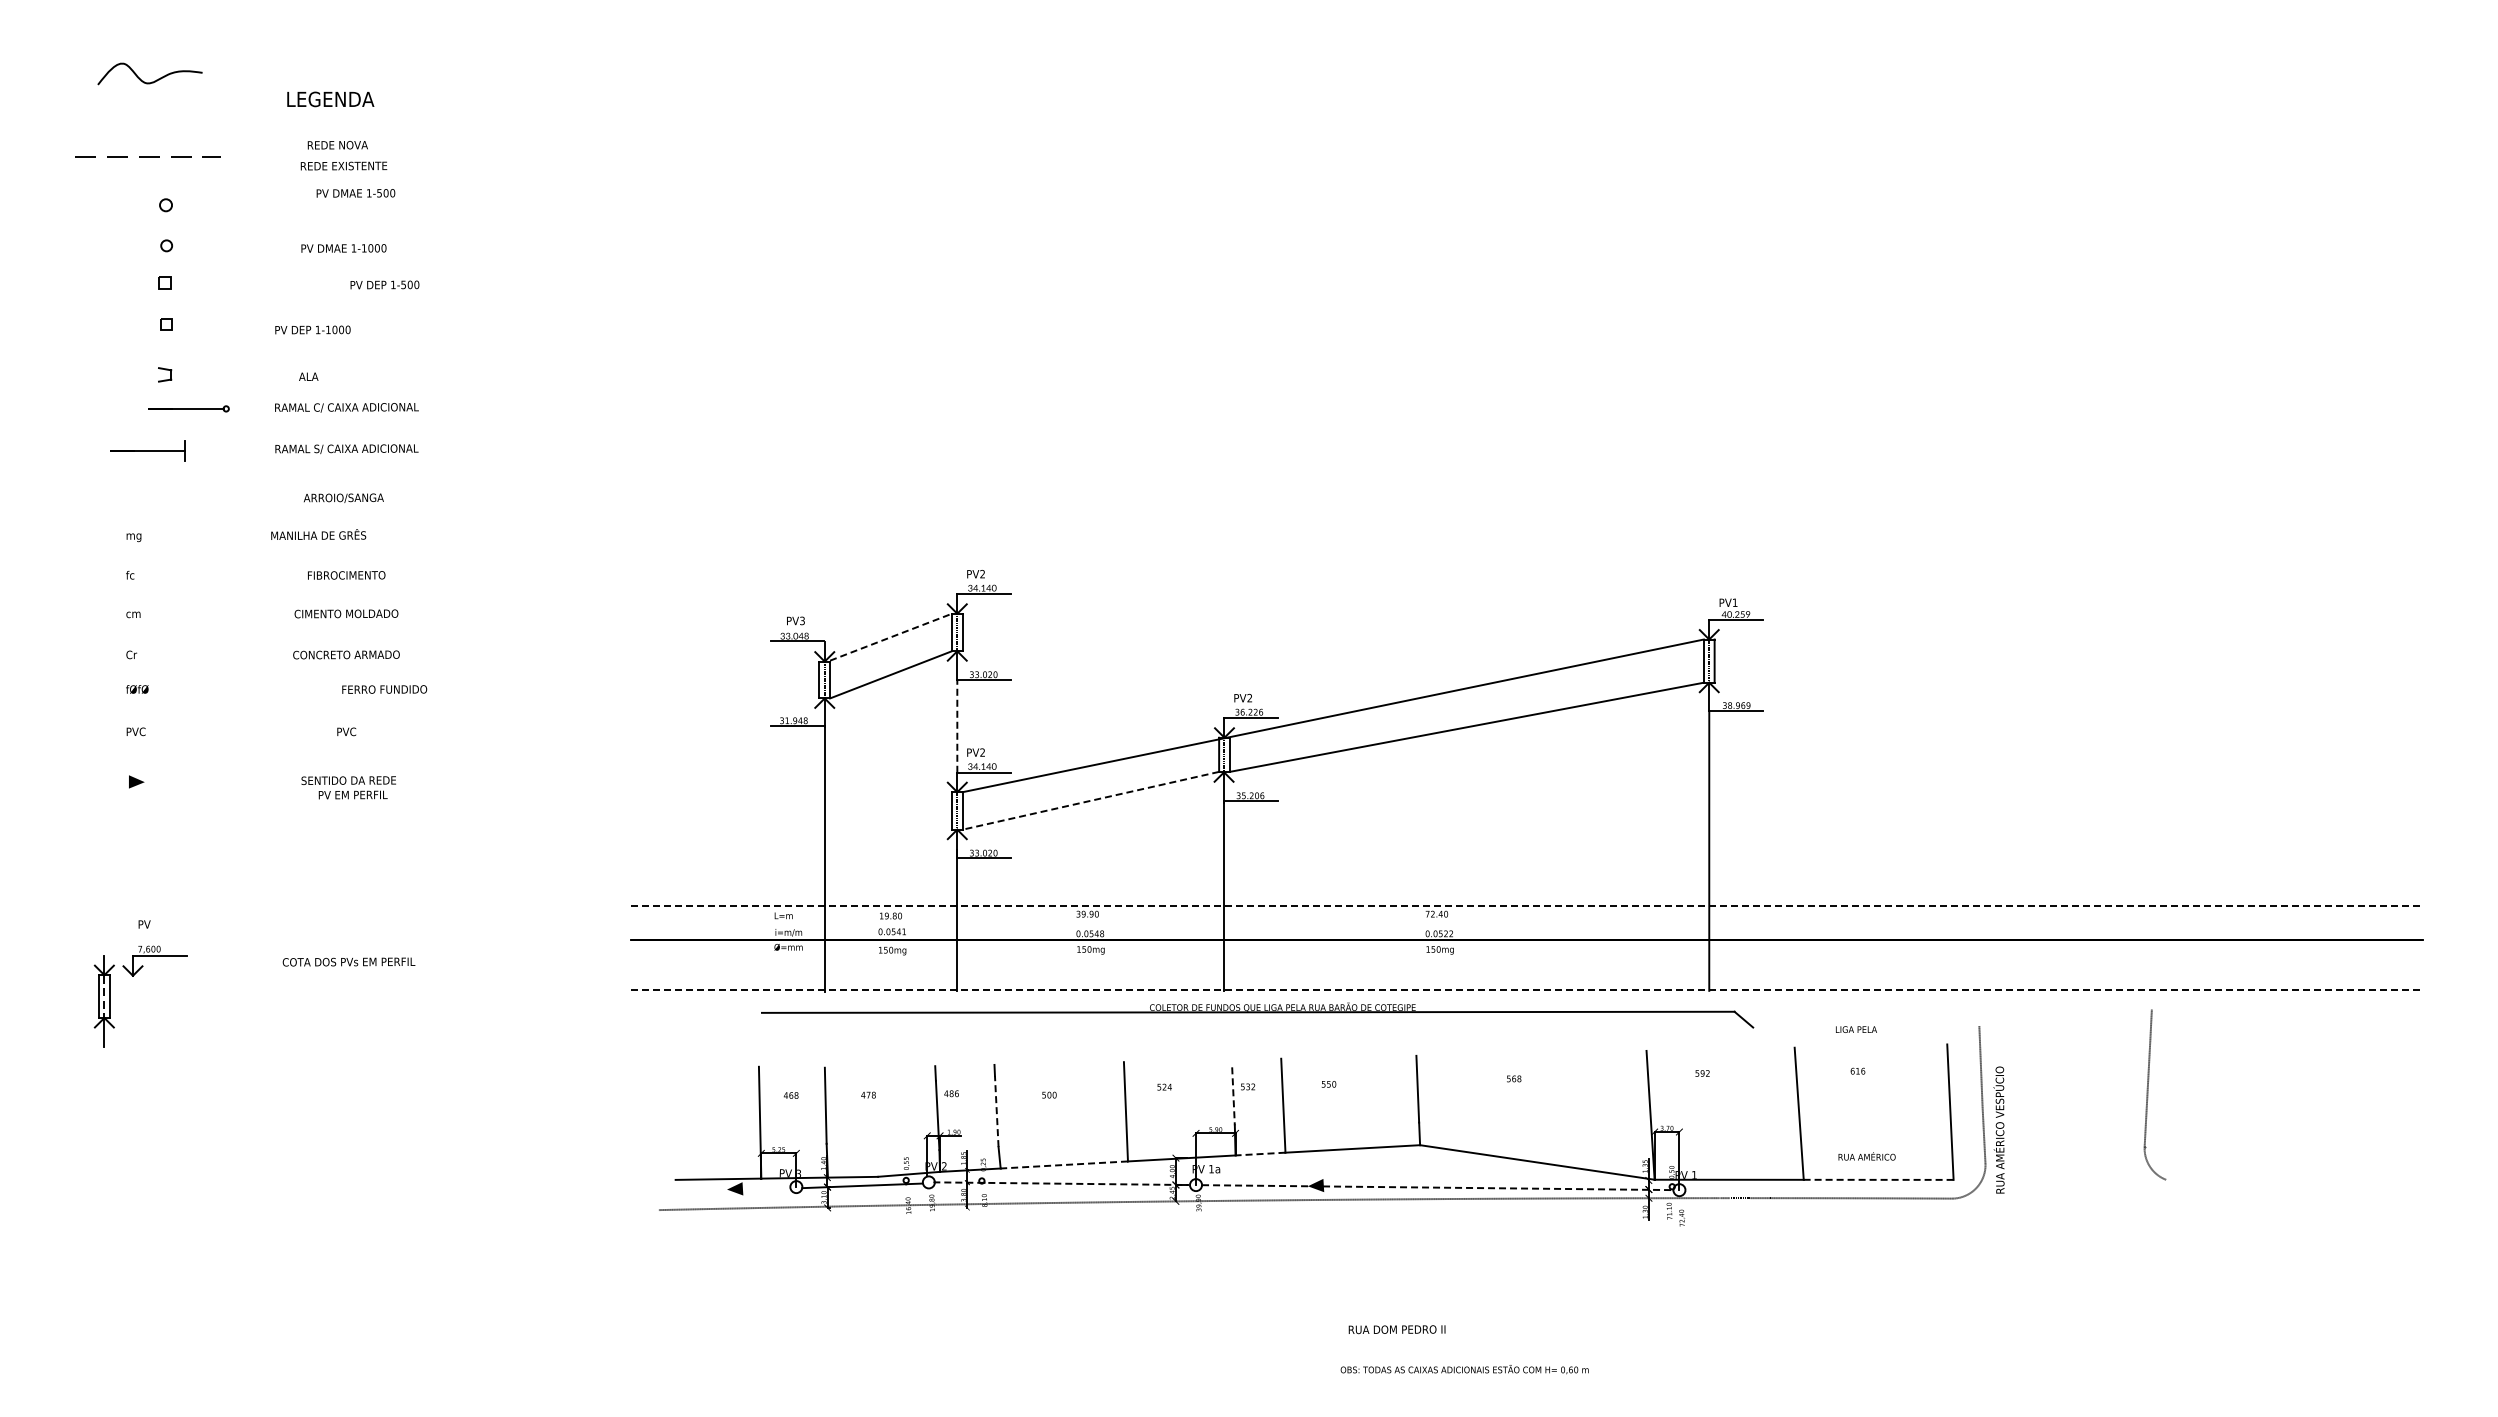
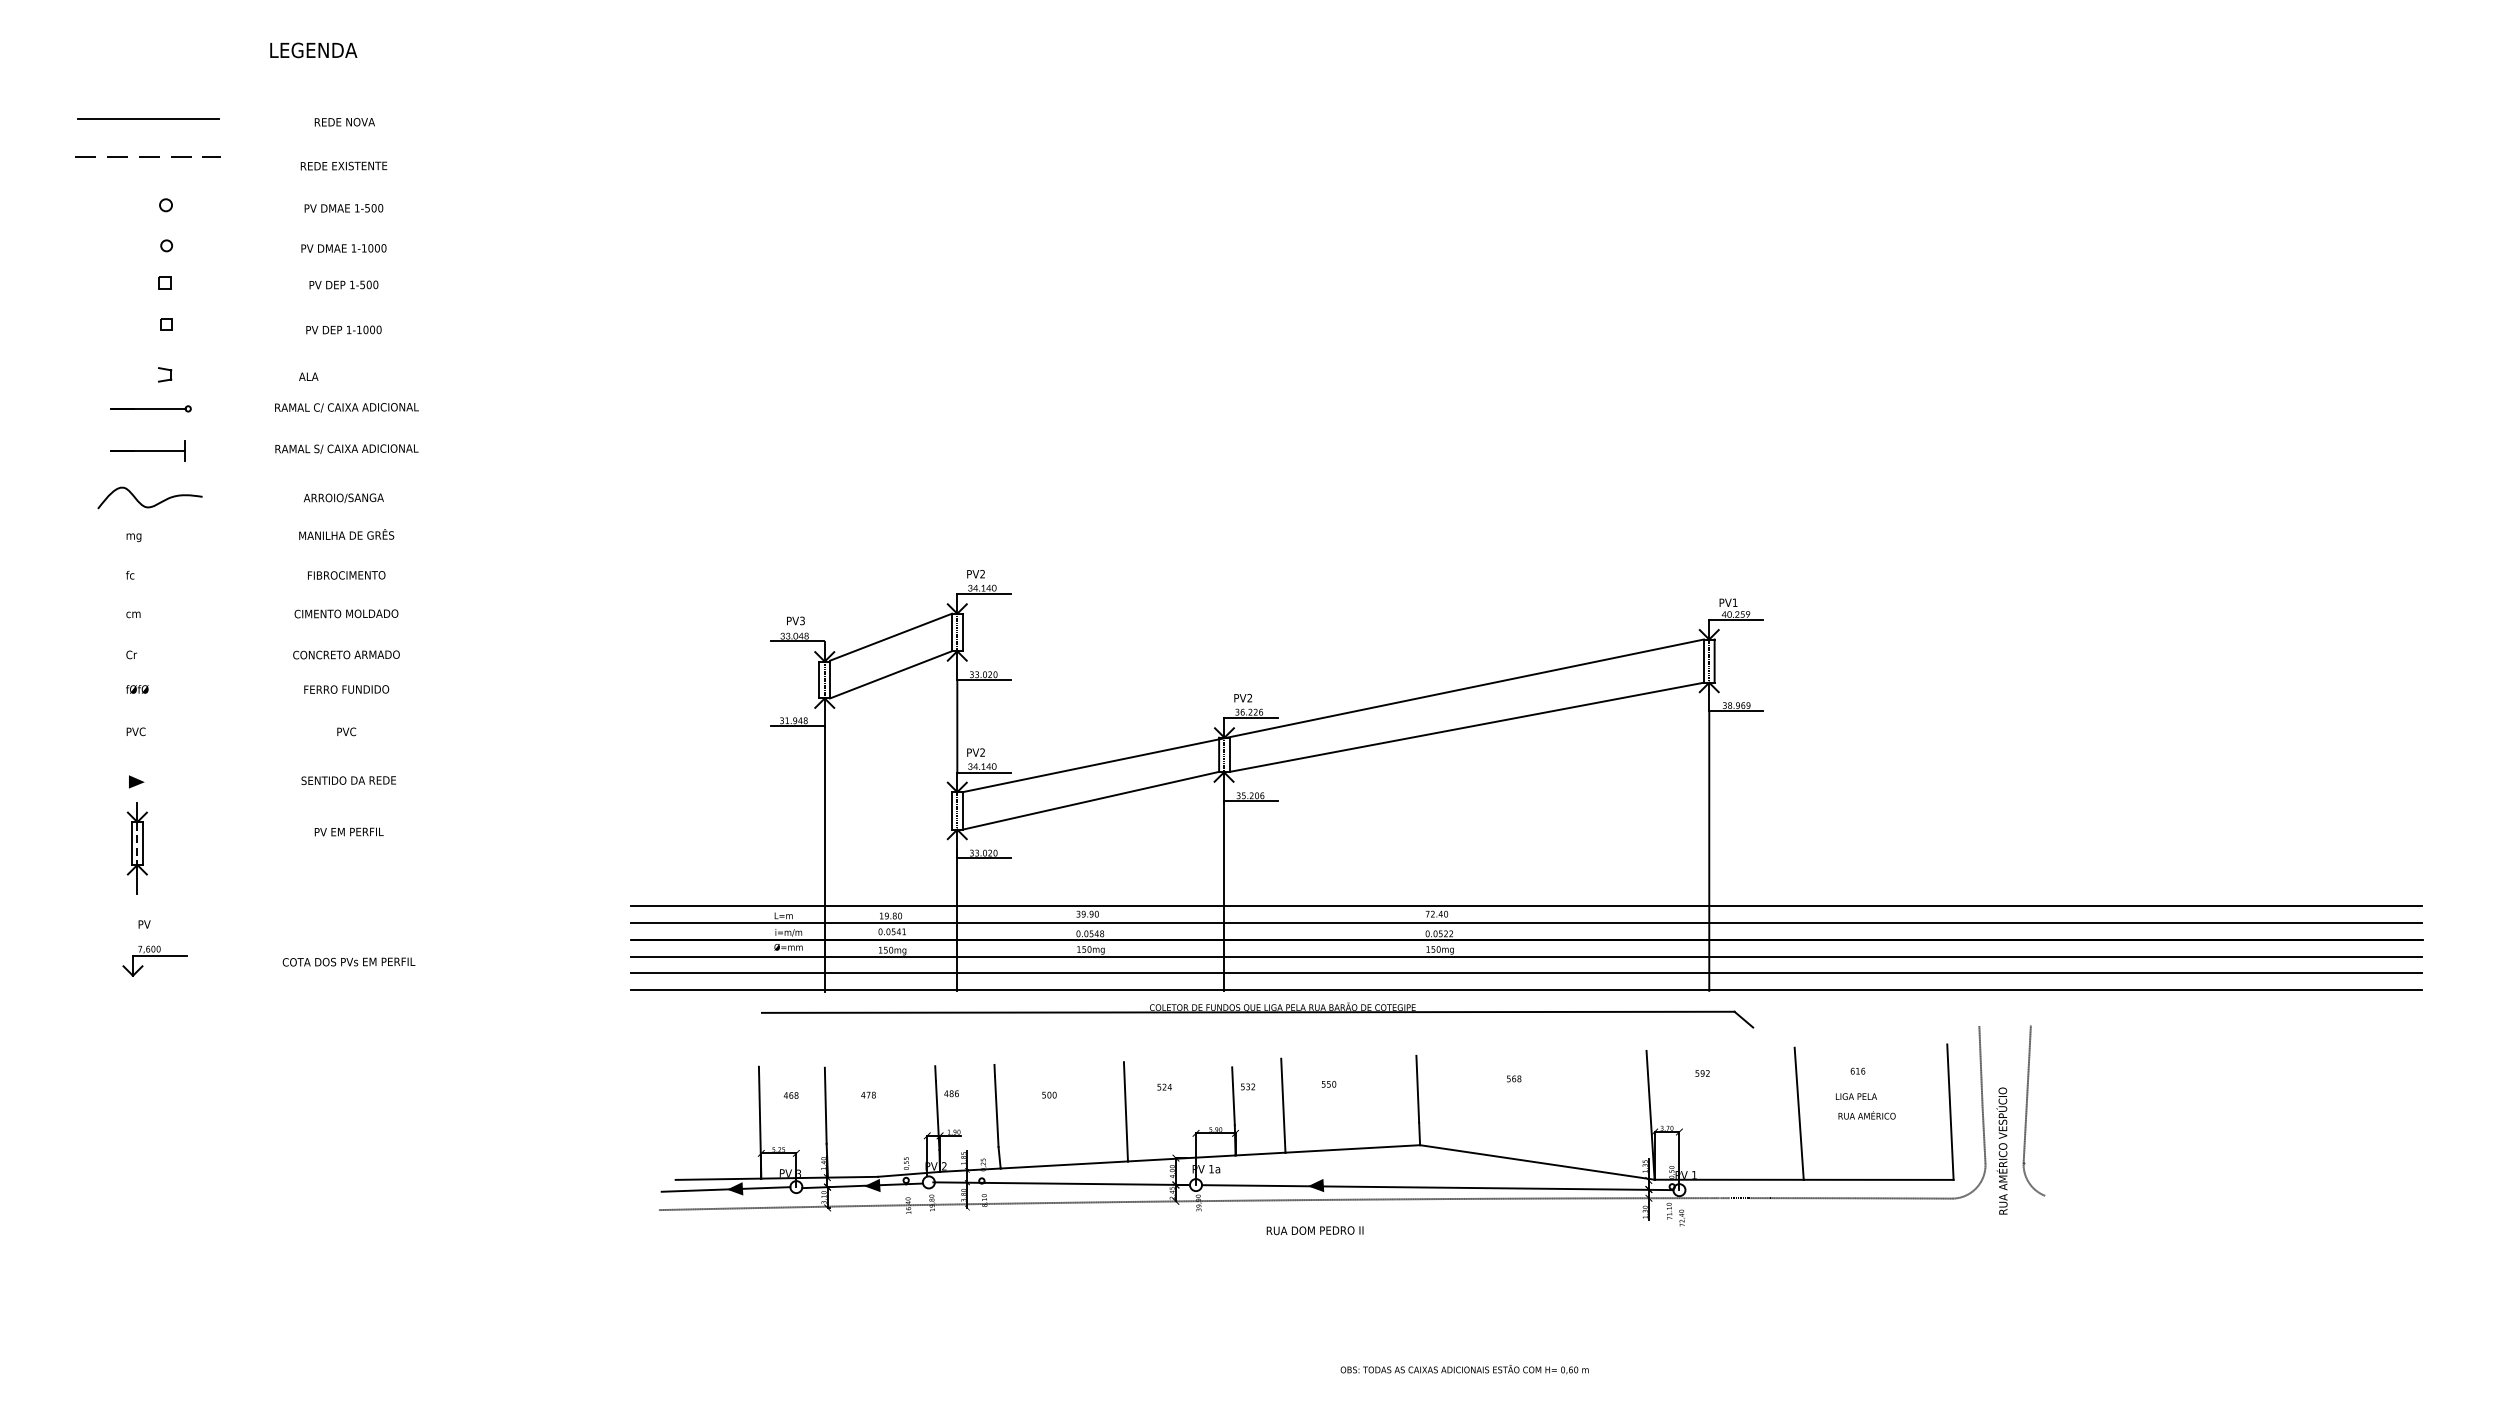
curve at (151, 81) position: (151, 81) -> (151, 505)
text at (330, 99) position: (330, 99) -> (313, 50)
line at (148, 119): none -> present
text at (337, 145) position: (337, 145) -> (344, 122)
text at (355, 193) position: (355, 193) -> (343, 208)
text at (384, 284) position: (384, 284) -> (343, 284)
text at (312, 329) position: (312, 329) -> (343, 329)
part at (188, 408) position: (188, 408) -> (150, 408)
text at (318, 534) position: (318, 534) -> (346, 534)
line at (891, 637): dashed -> solid
text at (384, 689) position: (384, 689) -> (346, 689)
line at (957, 725): dashed -> solid
text at (352, 794) position: (352, 794) -> (348, 831)
line at (1090, 800): dashed -> solid
line at (1526, 906): dashed -> solid
line at (1526, 923): none -> present
line at (1526, 956): none -> present
line at (1526, 973): none -> present
line at (1526, 990): dashed -> solid
part at (103, 1001) position: (103, 1001) -> (136, 848)
text at (1856, 1029) position: (1856, 1029) -> (1856, 1096)
part at (2154, 1094) position: (2154, 1094) -> (2033, 1110)
line at (1233, 1096): dashed -> solid
line at (996, 1111): dashed -> solid
text at (1998, 1129) position: (1998, 1129) -> (2001, 1150)
line at (1260, 1154): dashed -> solid
text at (1866, 1156) position: (1866, 1156) -> (1866, 1115)
line at (1064, 1164): dashed -> solid
line at (1878, 1179): dashed -> solid
line at (1060, 1183): dashed -> solid
fill at (872, 1185): none -> present
line at (1437, 1187): dashed -> solid
line at (725, 1189): none -> present
text at (1396, 1329) position: (1396, 1329) -> (1314, 1230)
